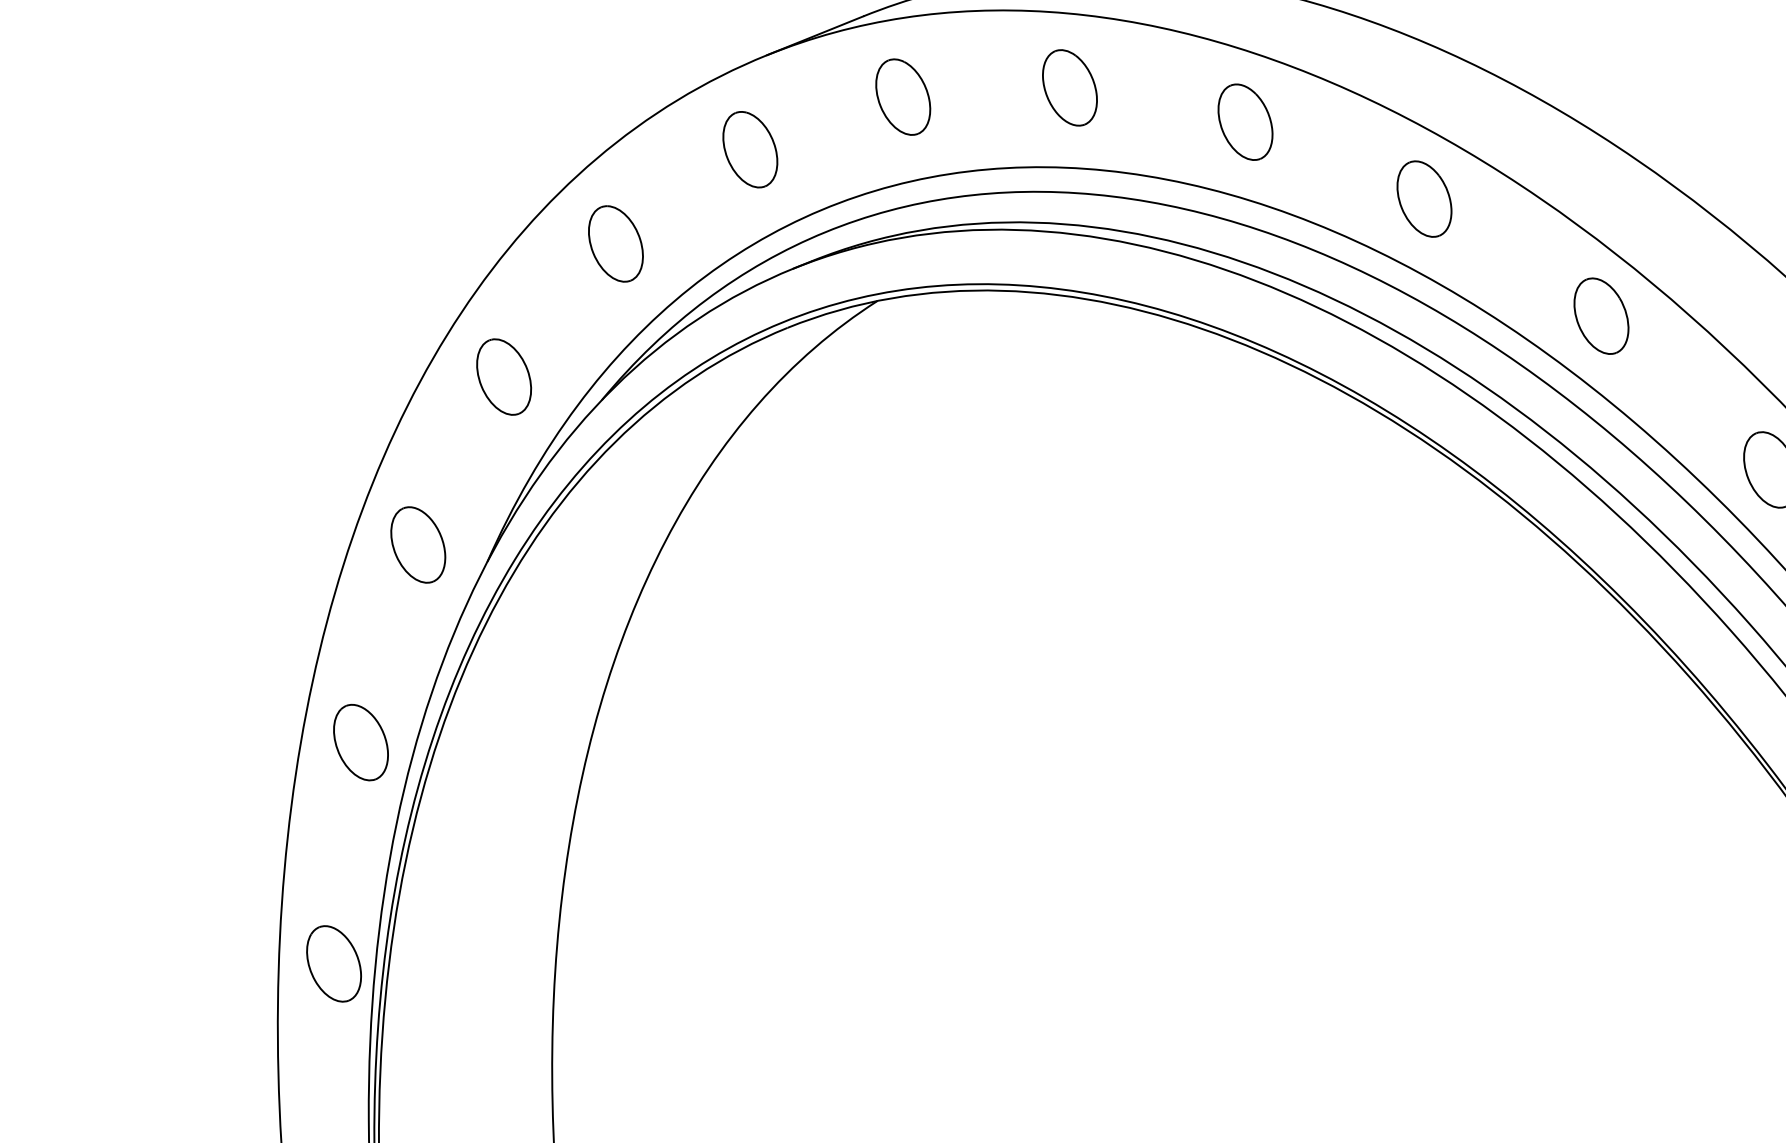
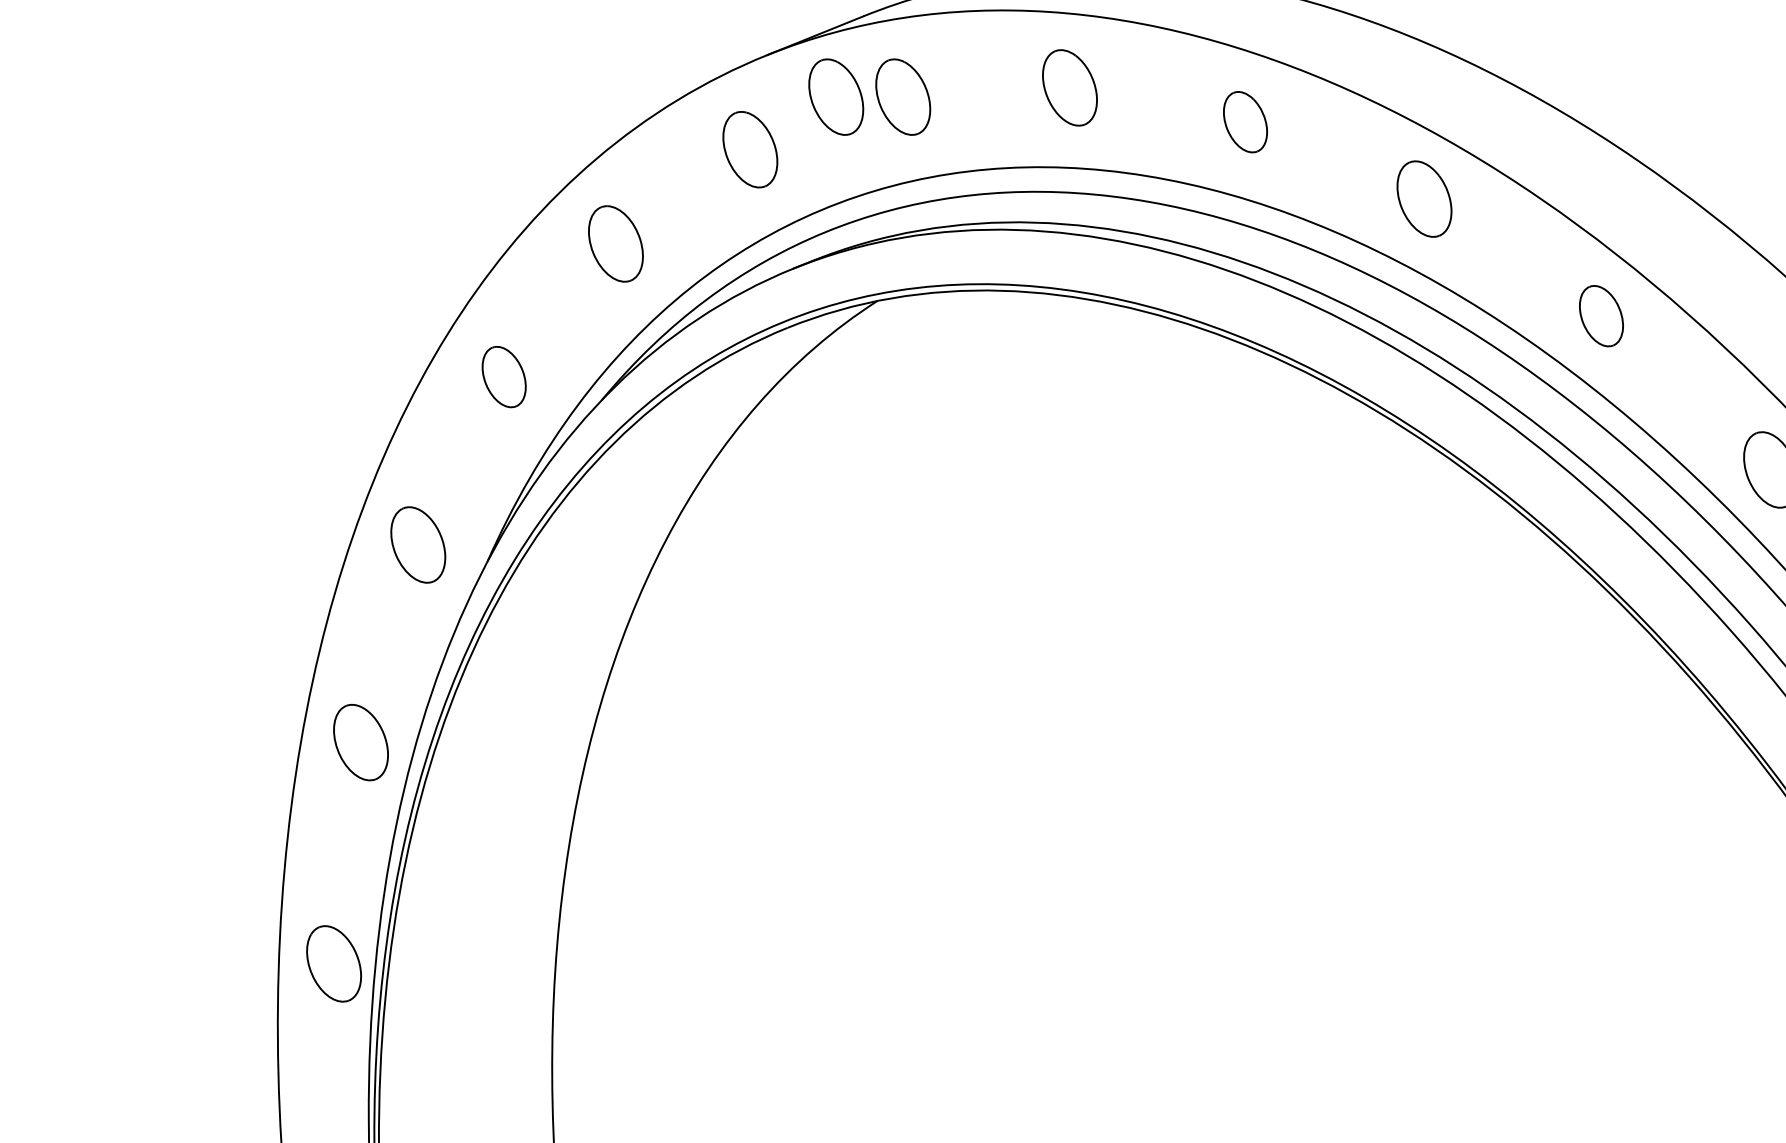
part at (836, 96): none -> present
part at (1245, 121) size: 57x78 px -> 45x63 px
part at (1601, 315) size: 57x78 px -> 45x63 px
part at (504, 376) size: 57x78 px -> 46x64 px
